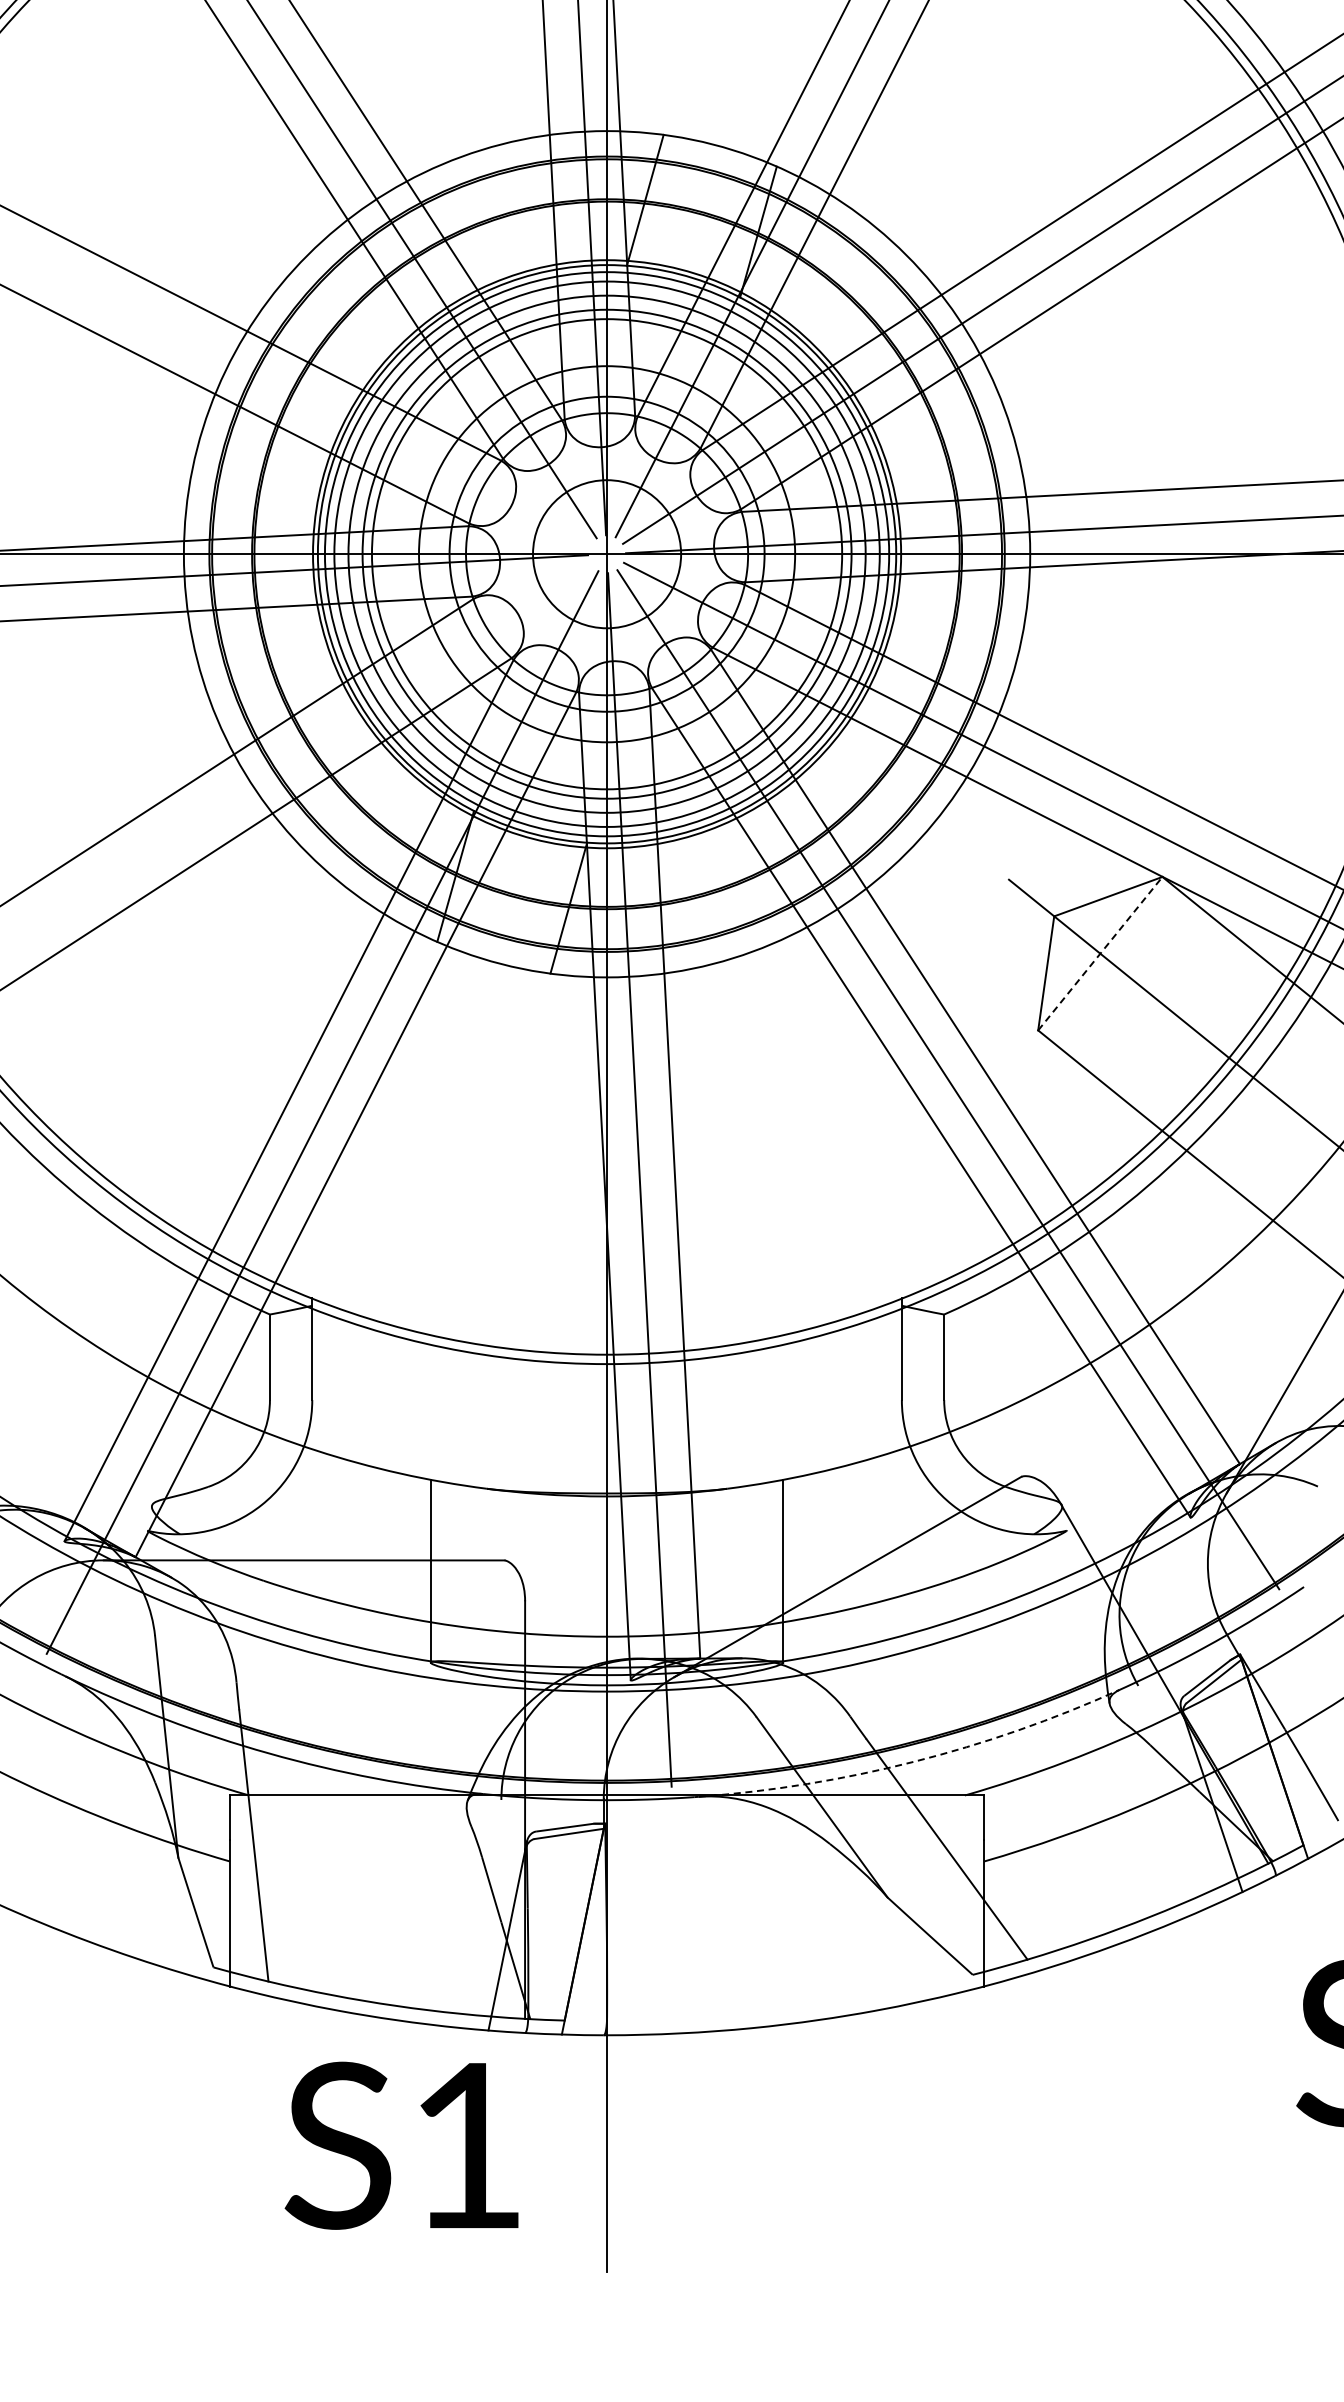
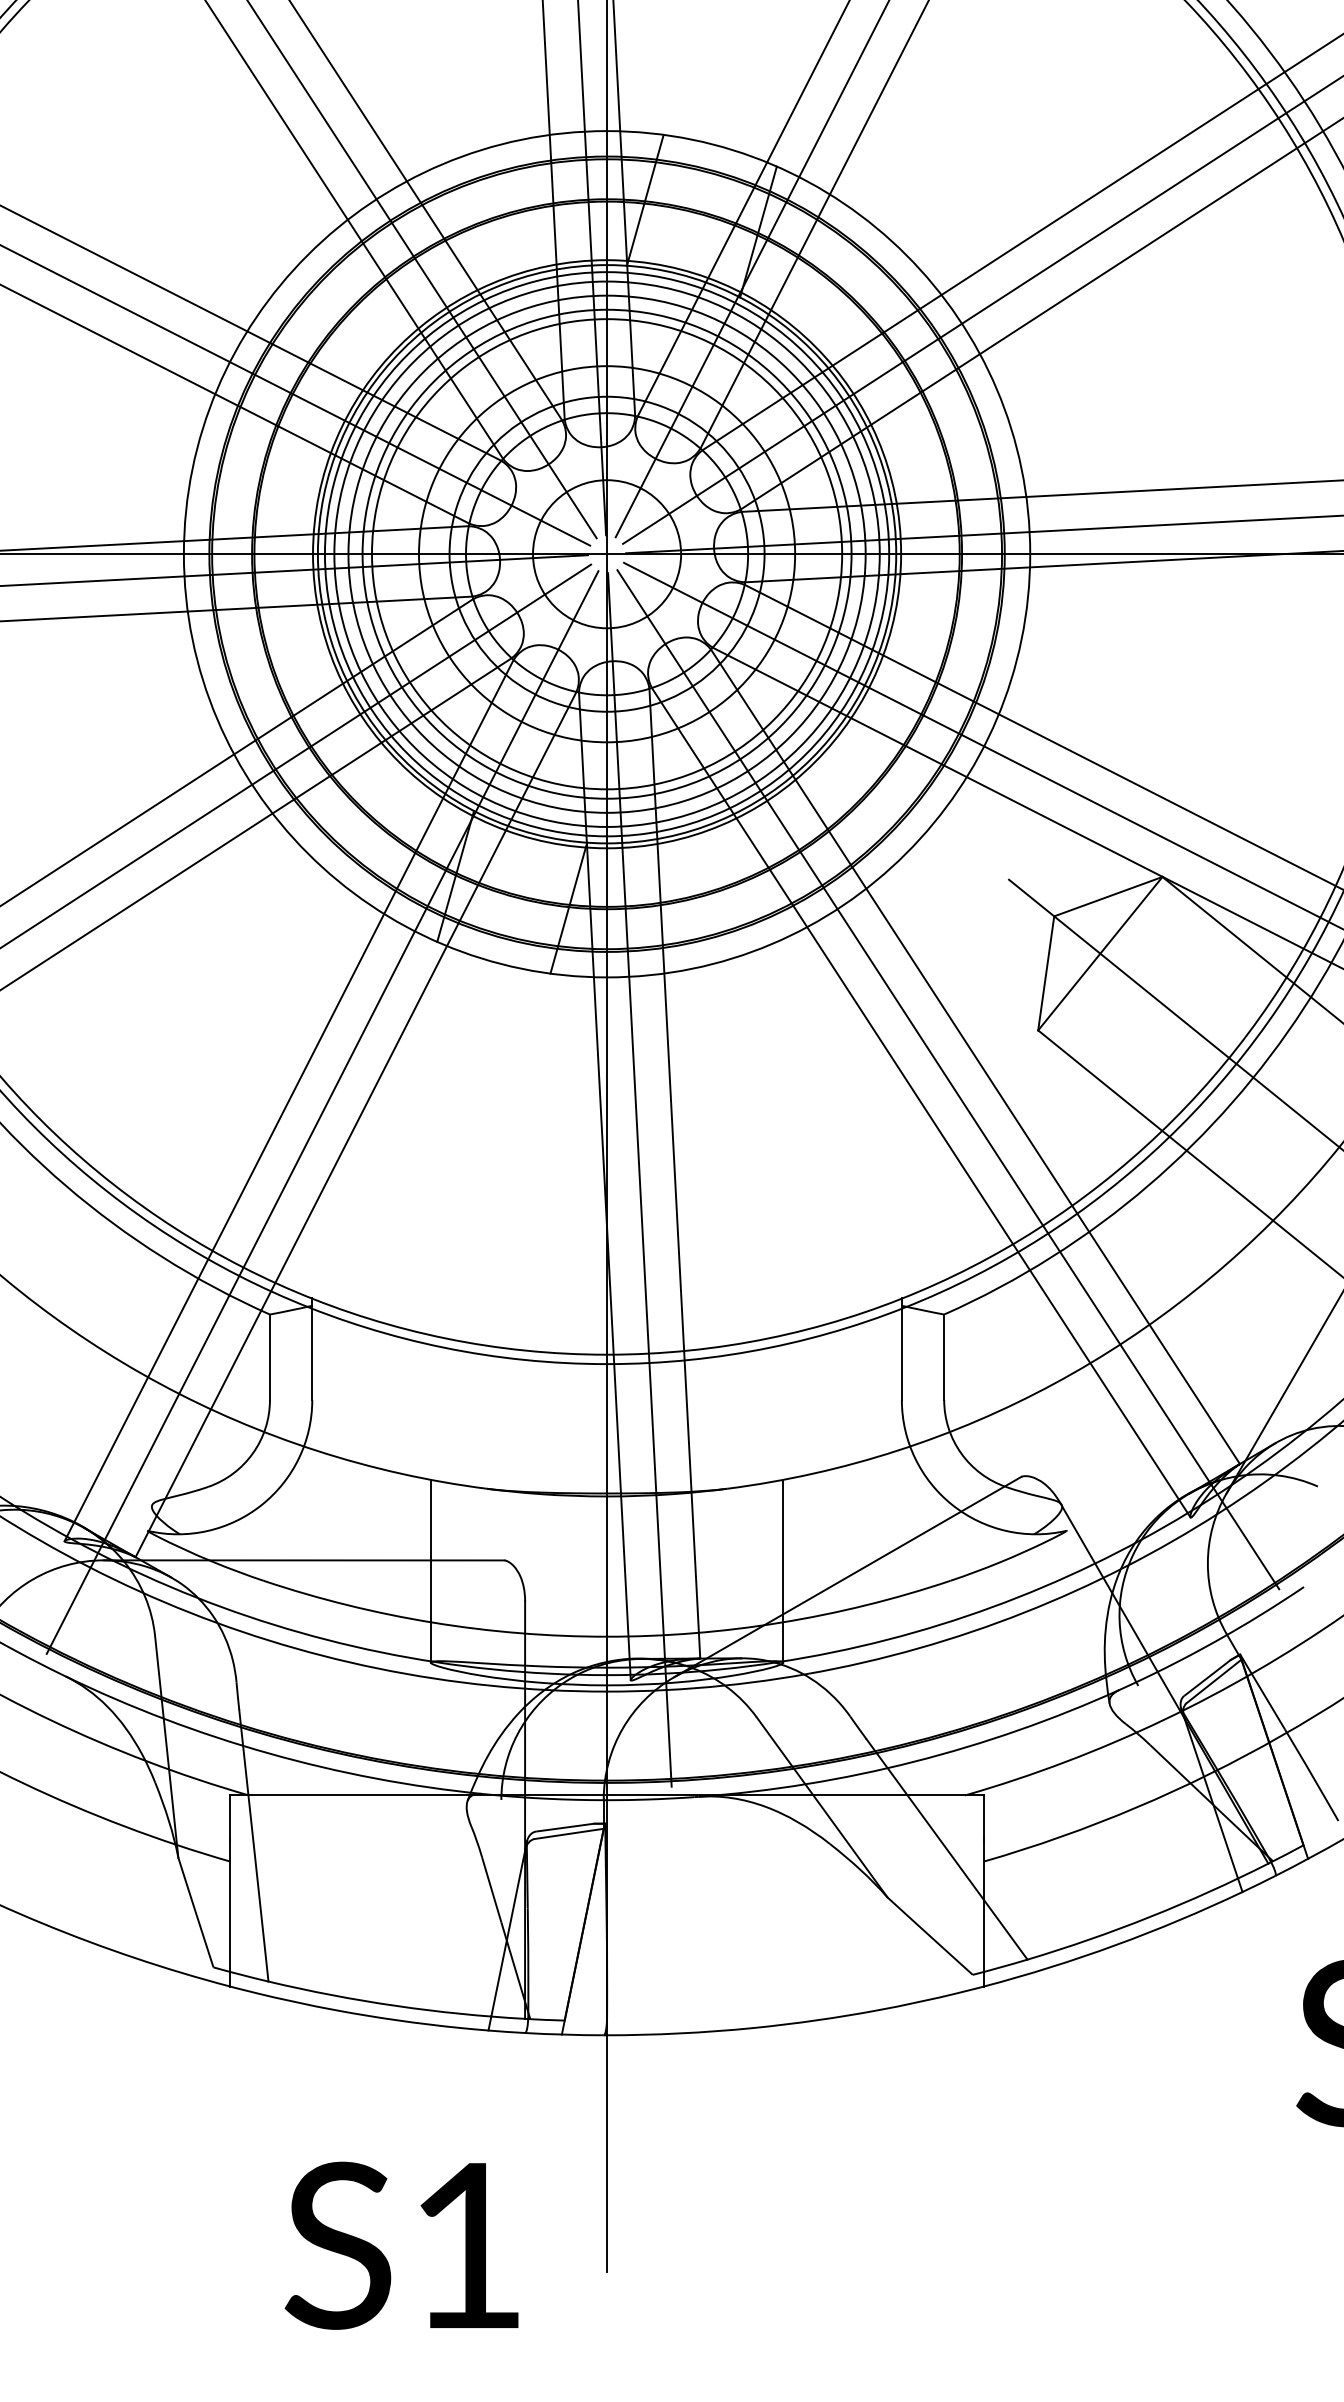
line at (296, 395): none -> present
line at (296, 755): none -> present
line at (1100, 953): dashed -> solid
arc at (913, 1761): dashed -> solid
text at (401, 2145) position: (401, 2145) -> (401, 2245)
